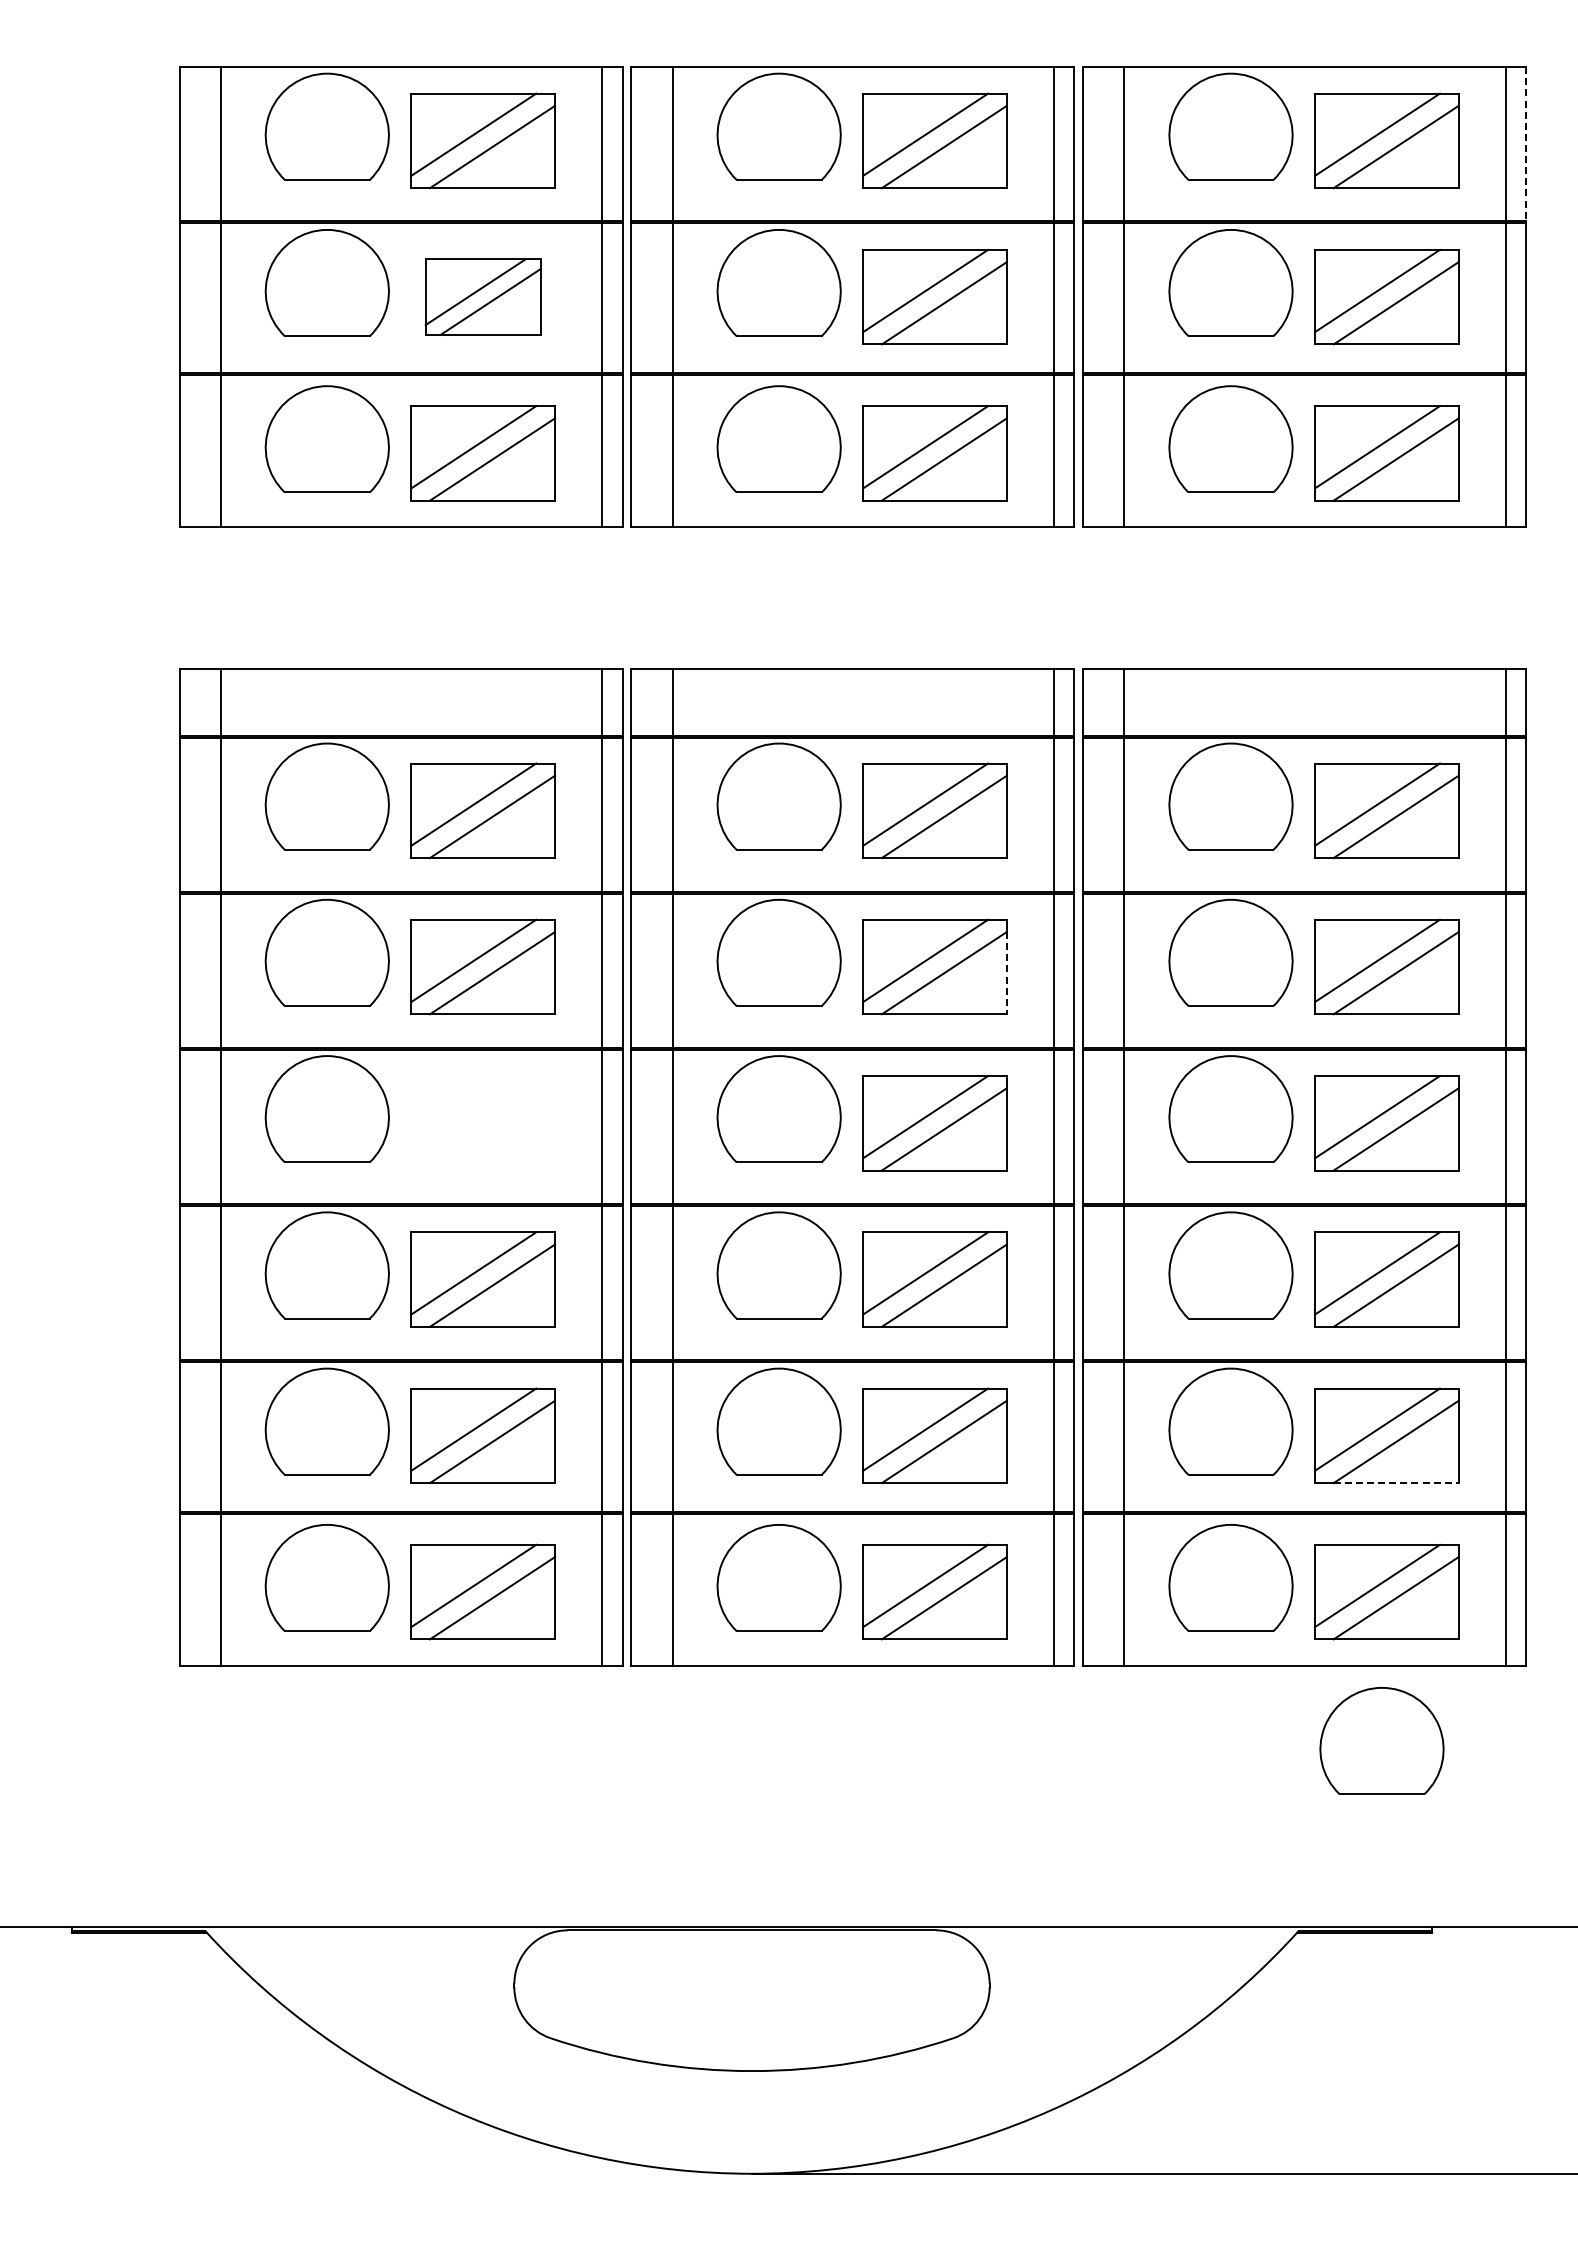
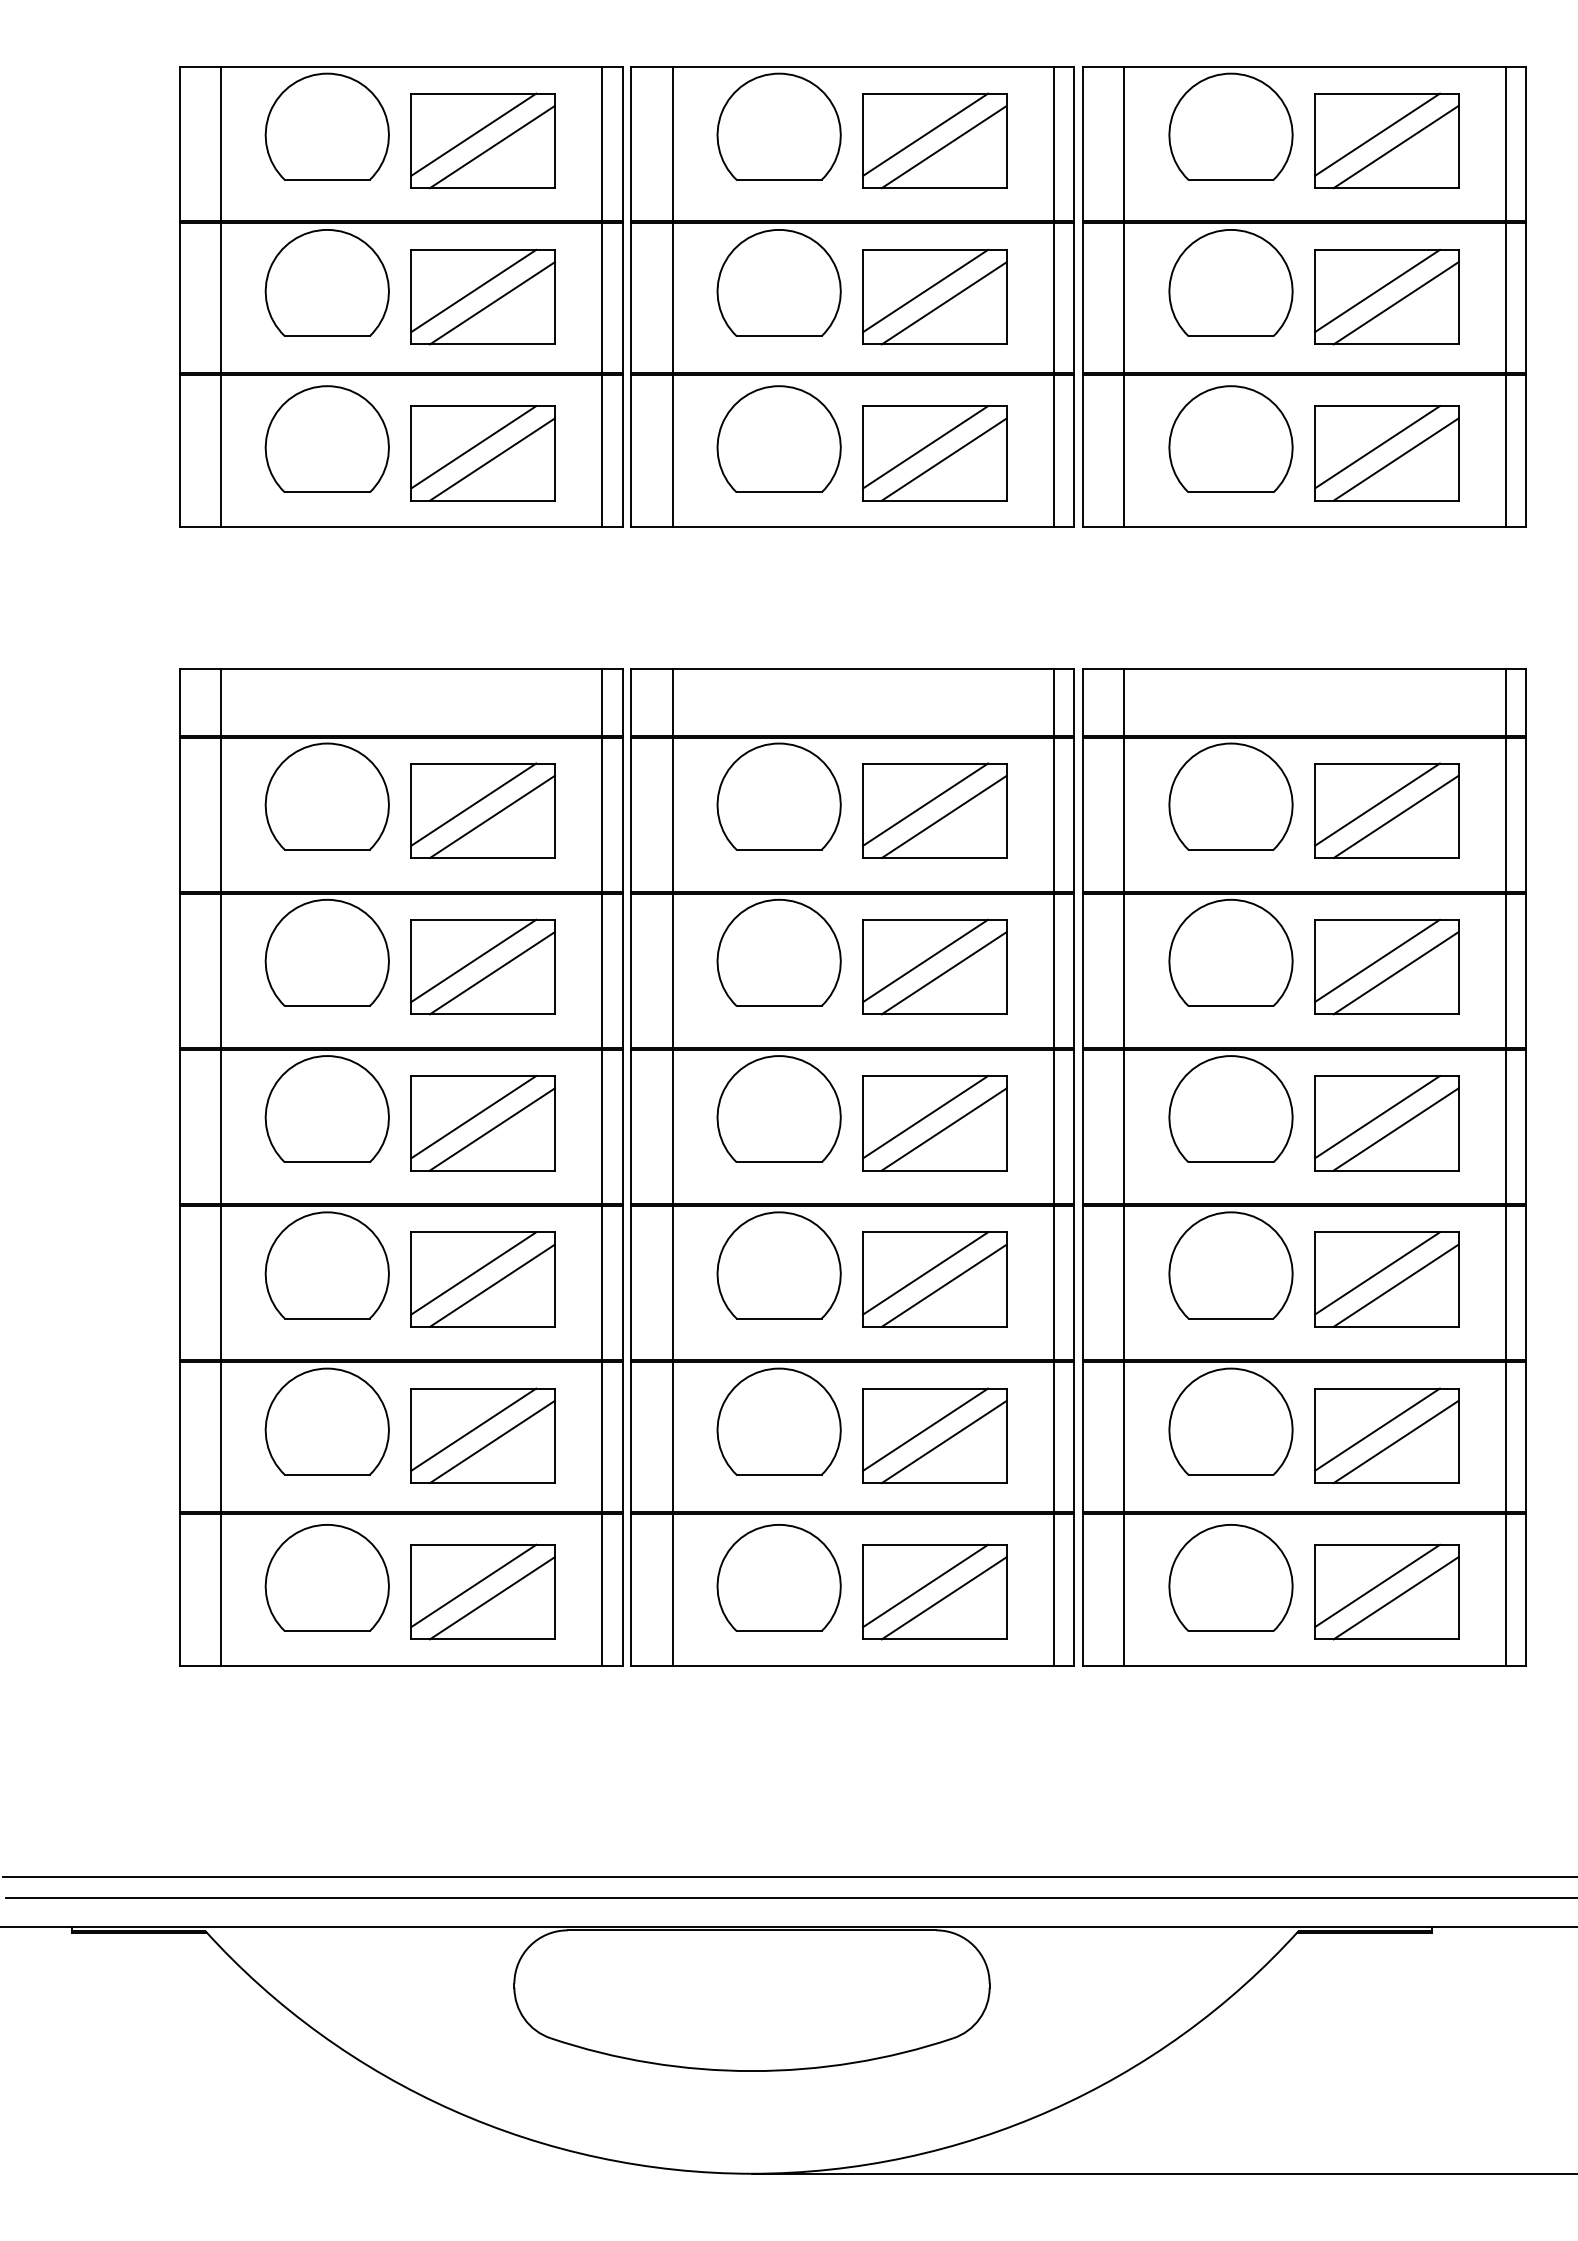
line at (1526, 144): dashed -> solid
part at (482, 296) size: 118x78 px -> 146x98 px
line at (1006, 973): dashed -> solid
part at (482, 1123): none -> present
line at (1396, 1483): dashed -> solid
part at (1381, 1740): present -> none
line at (788, 1877): none -> present
line at (790, 1897): none -> present
